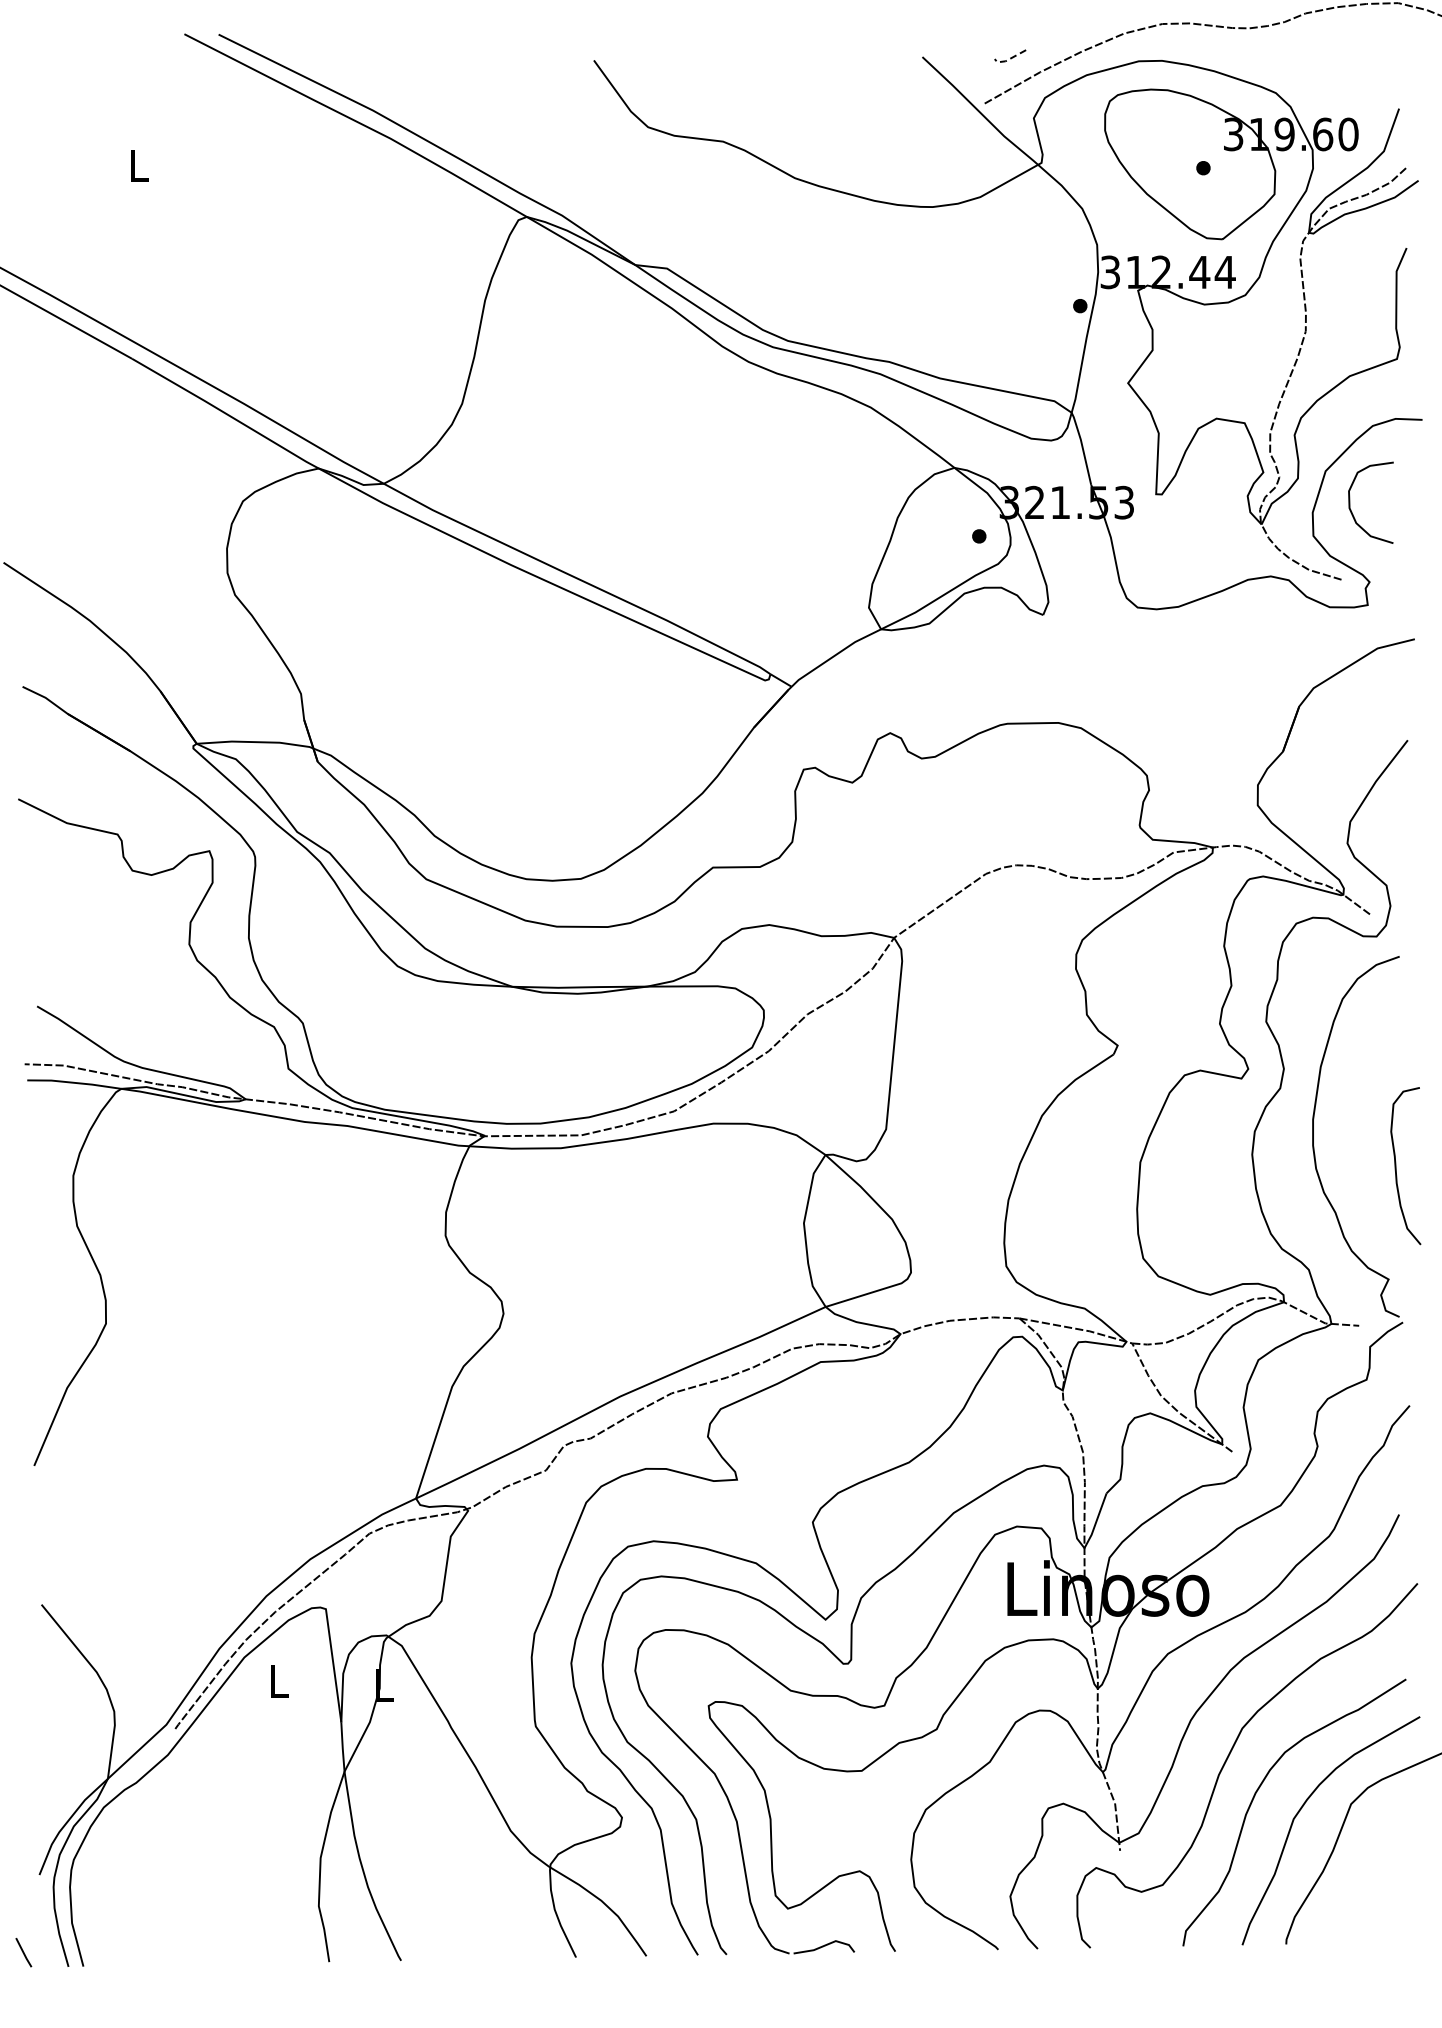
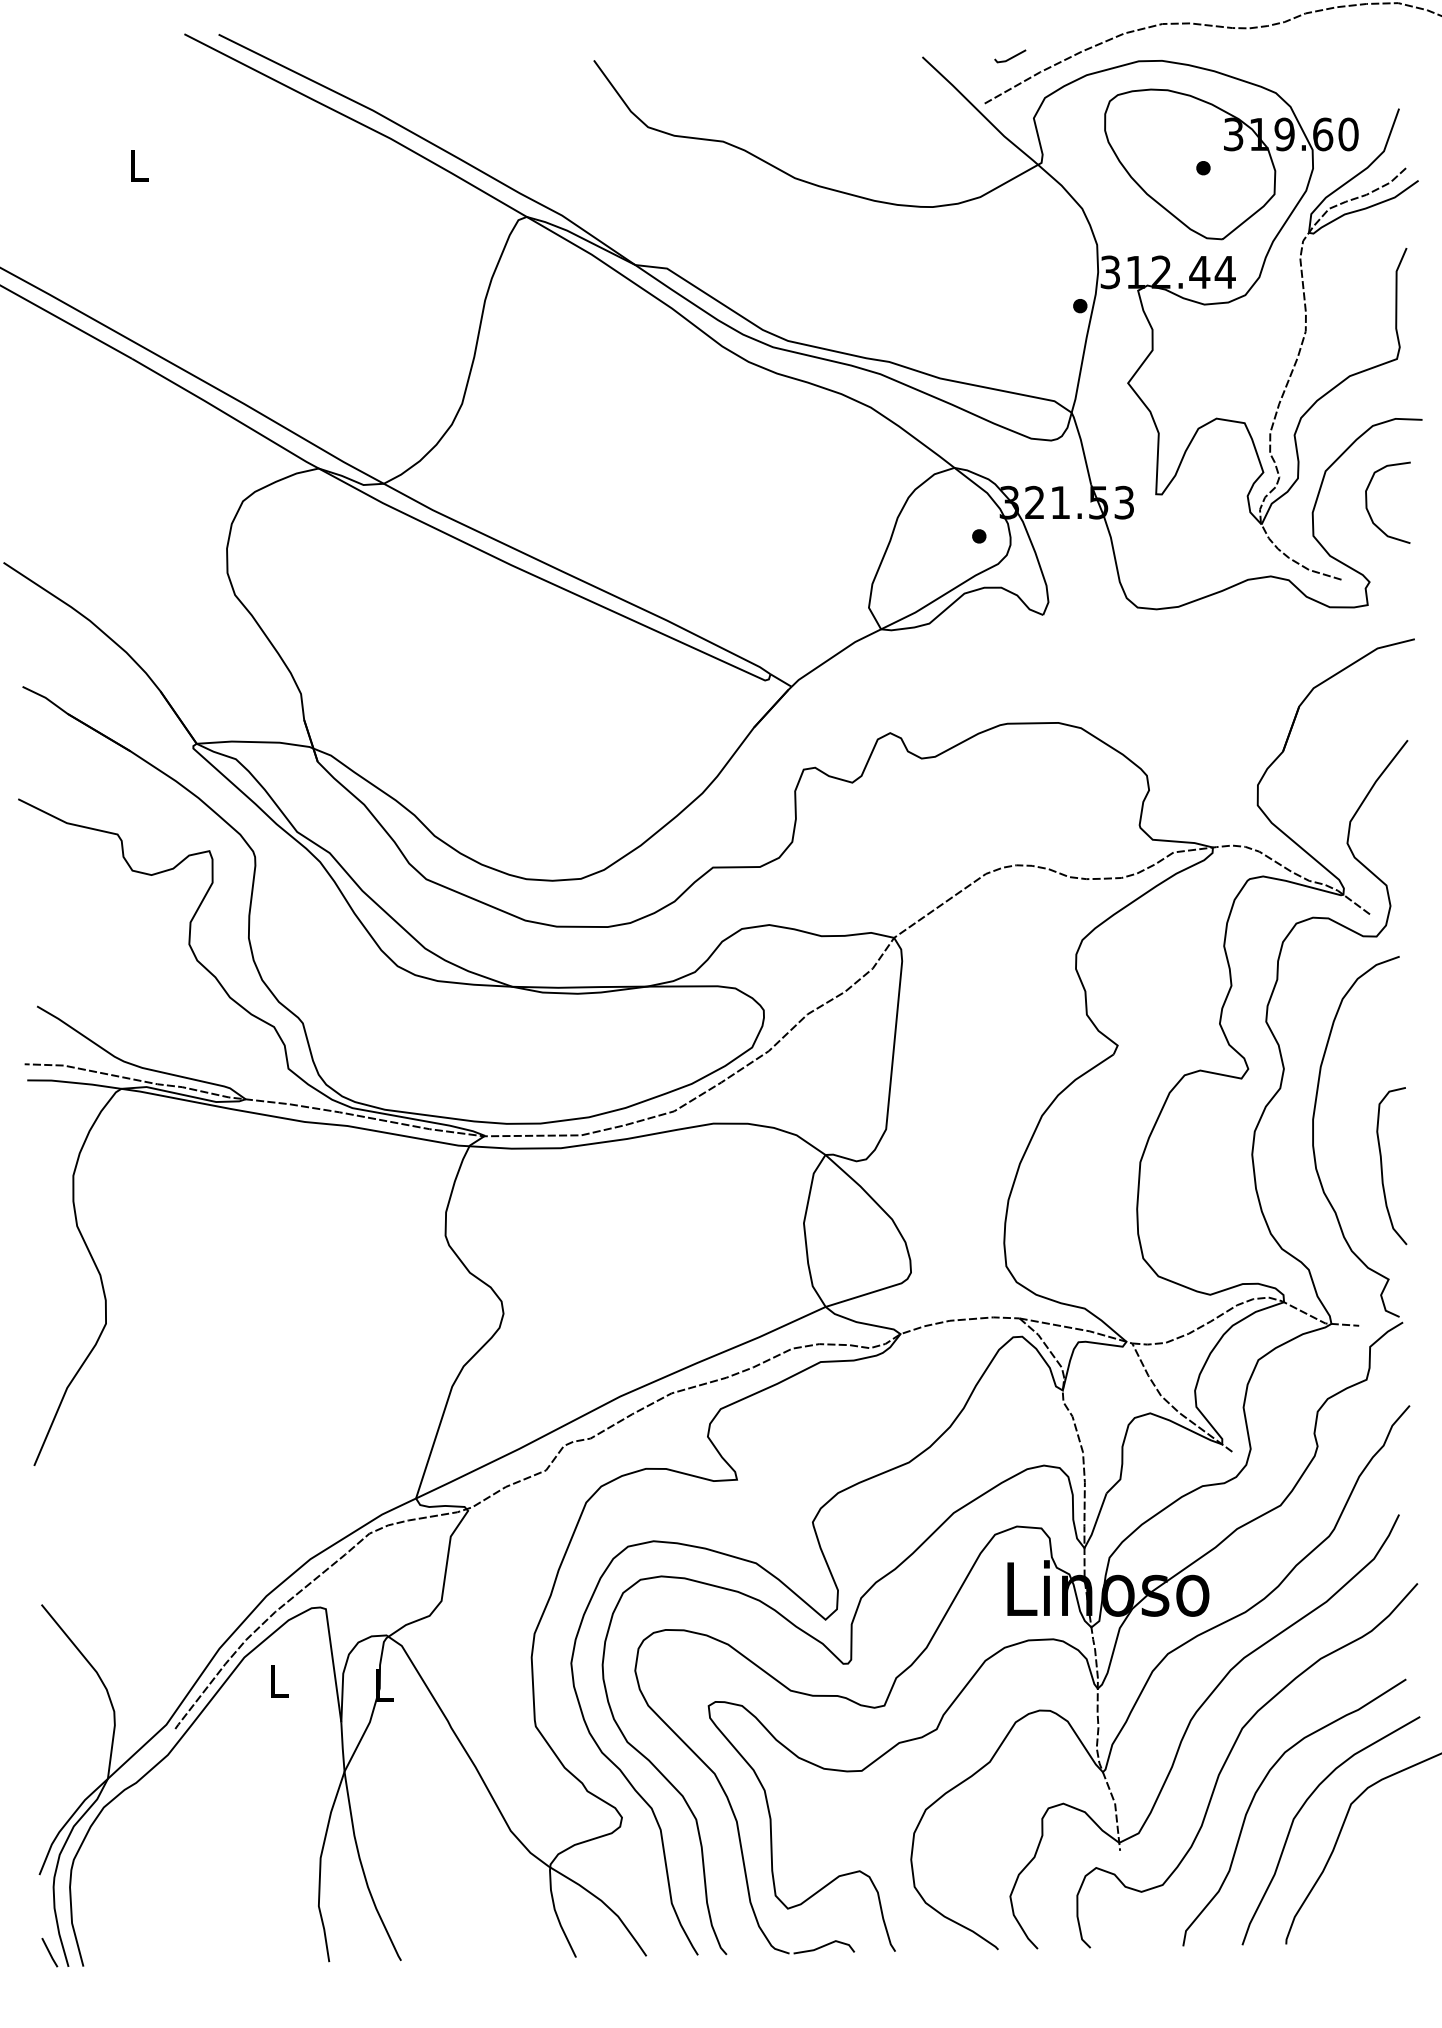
line at (1009, 59): dashed -> solid
curve at (1350, 502) position: (1350, 502) -> (1367, 502)
curve at (1396, 1166) position: (1396, 1166) -> (1382, 1166)
line at (23, 1952) position: (23, 1952) -> (49, 1952)
